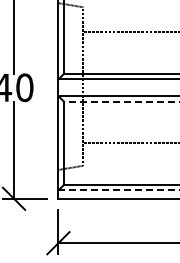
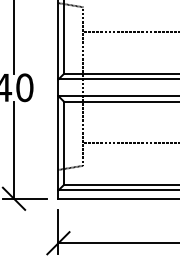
line at (121, 101): dashed -> solid
line at (119, 190): dashed -> solid
